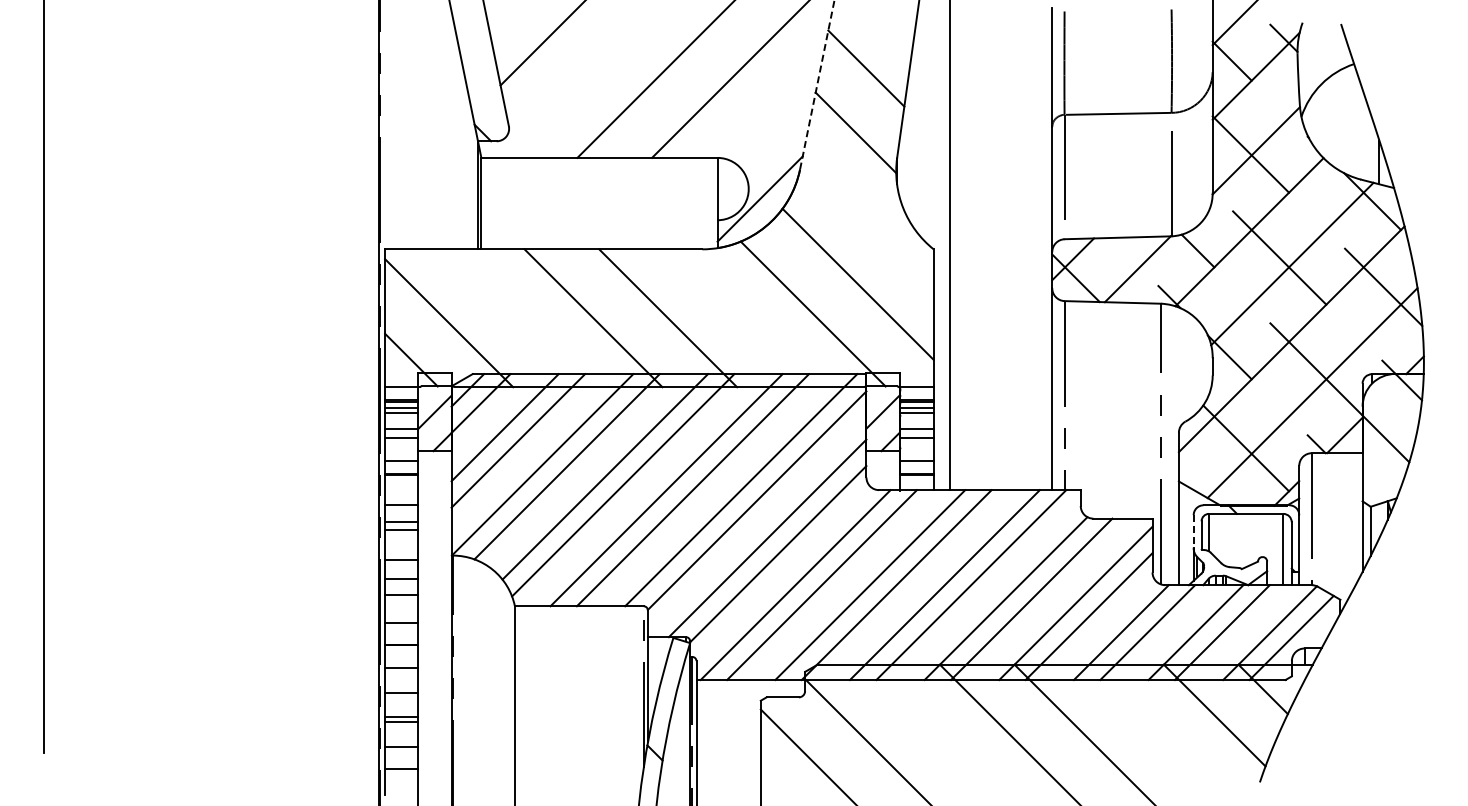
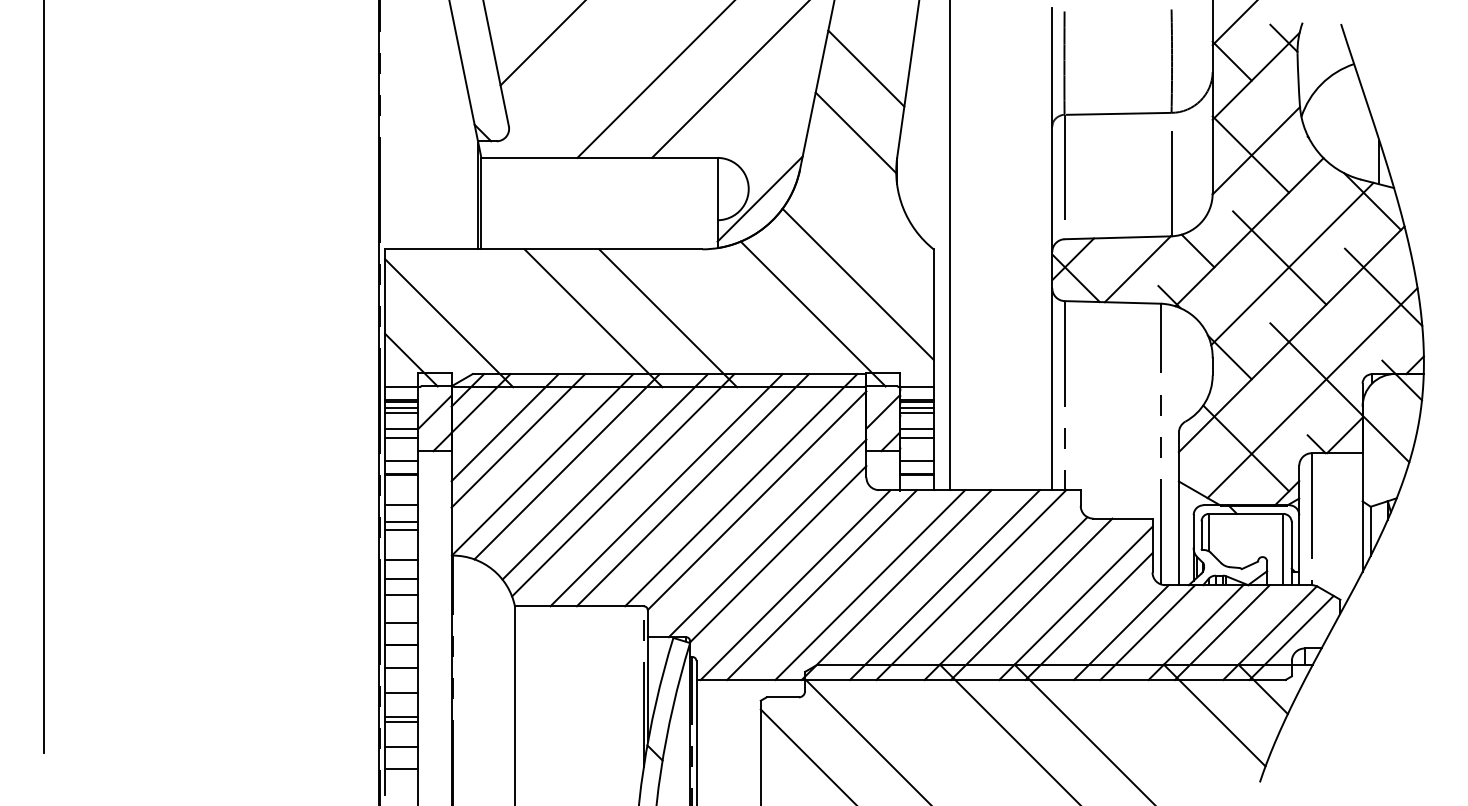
line at (817, 84): dashed -> solid
line at (1193, 531): dashed -> solid
